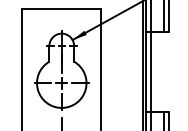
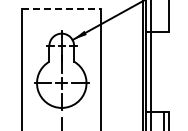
line at (61, 8): solid -> dashed
line at (164, 16): present -> none
